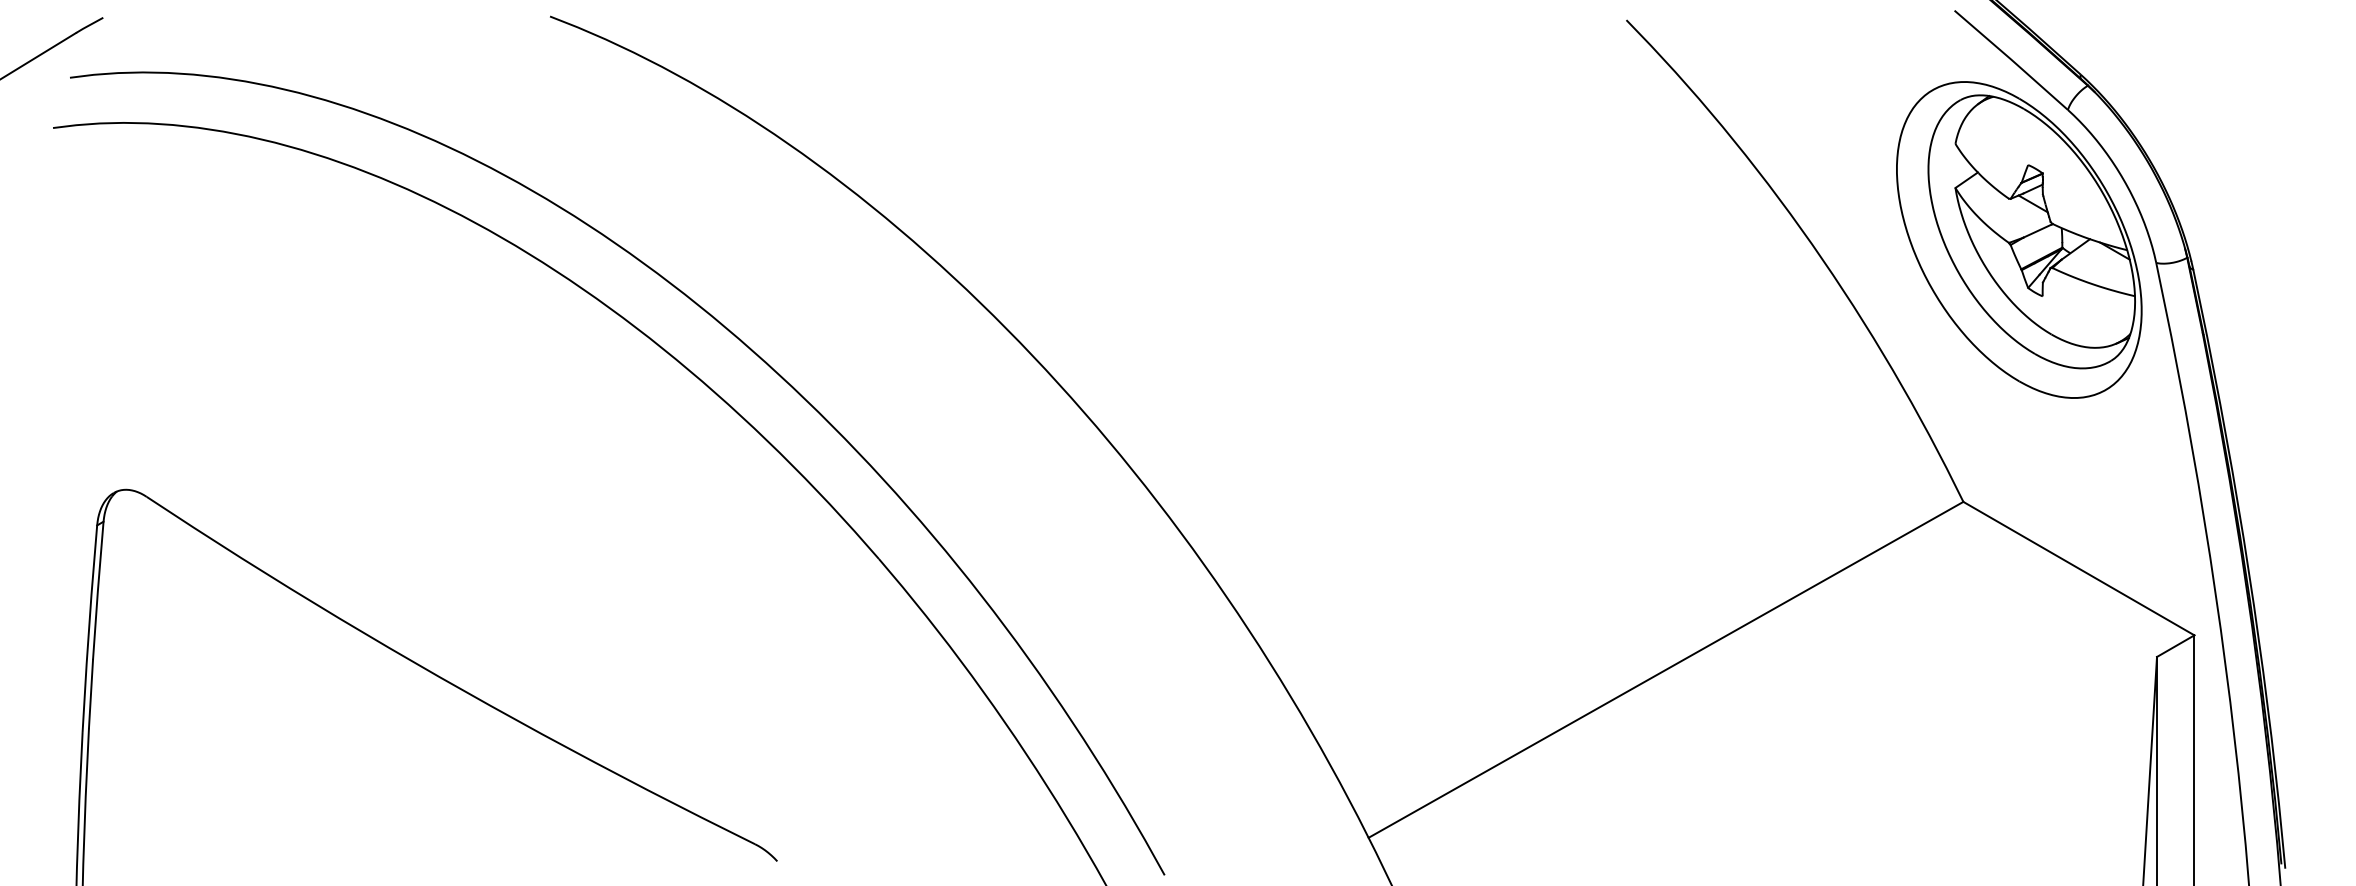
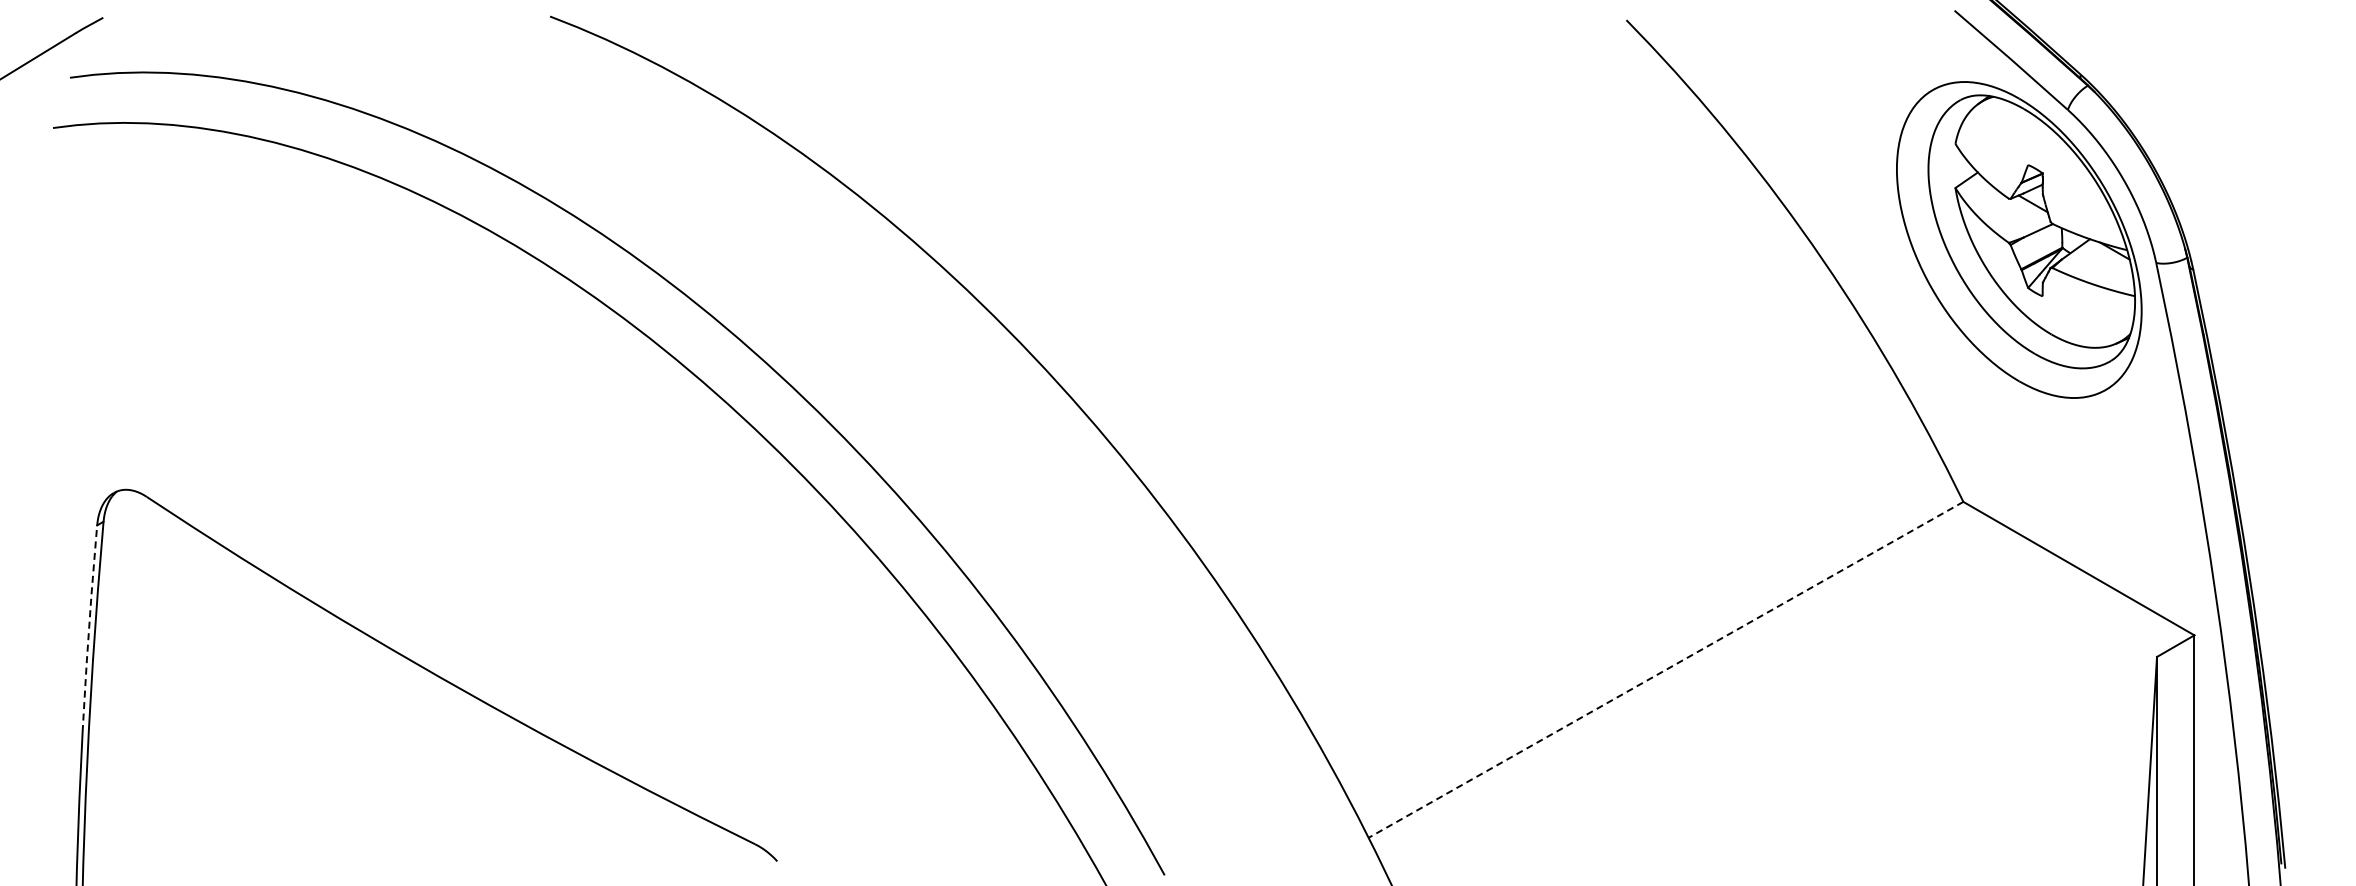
line at (89, 628): solid -> dashed
line at (1666, 669): solid -> dashed
